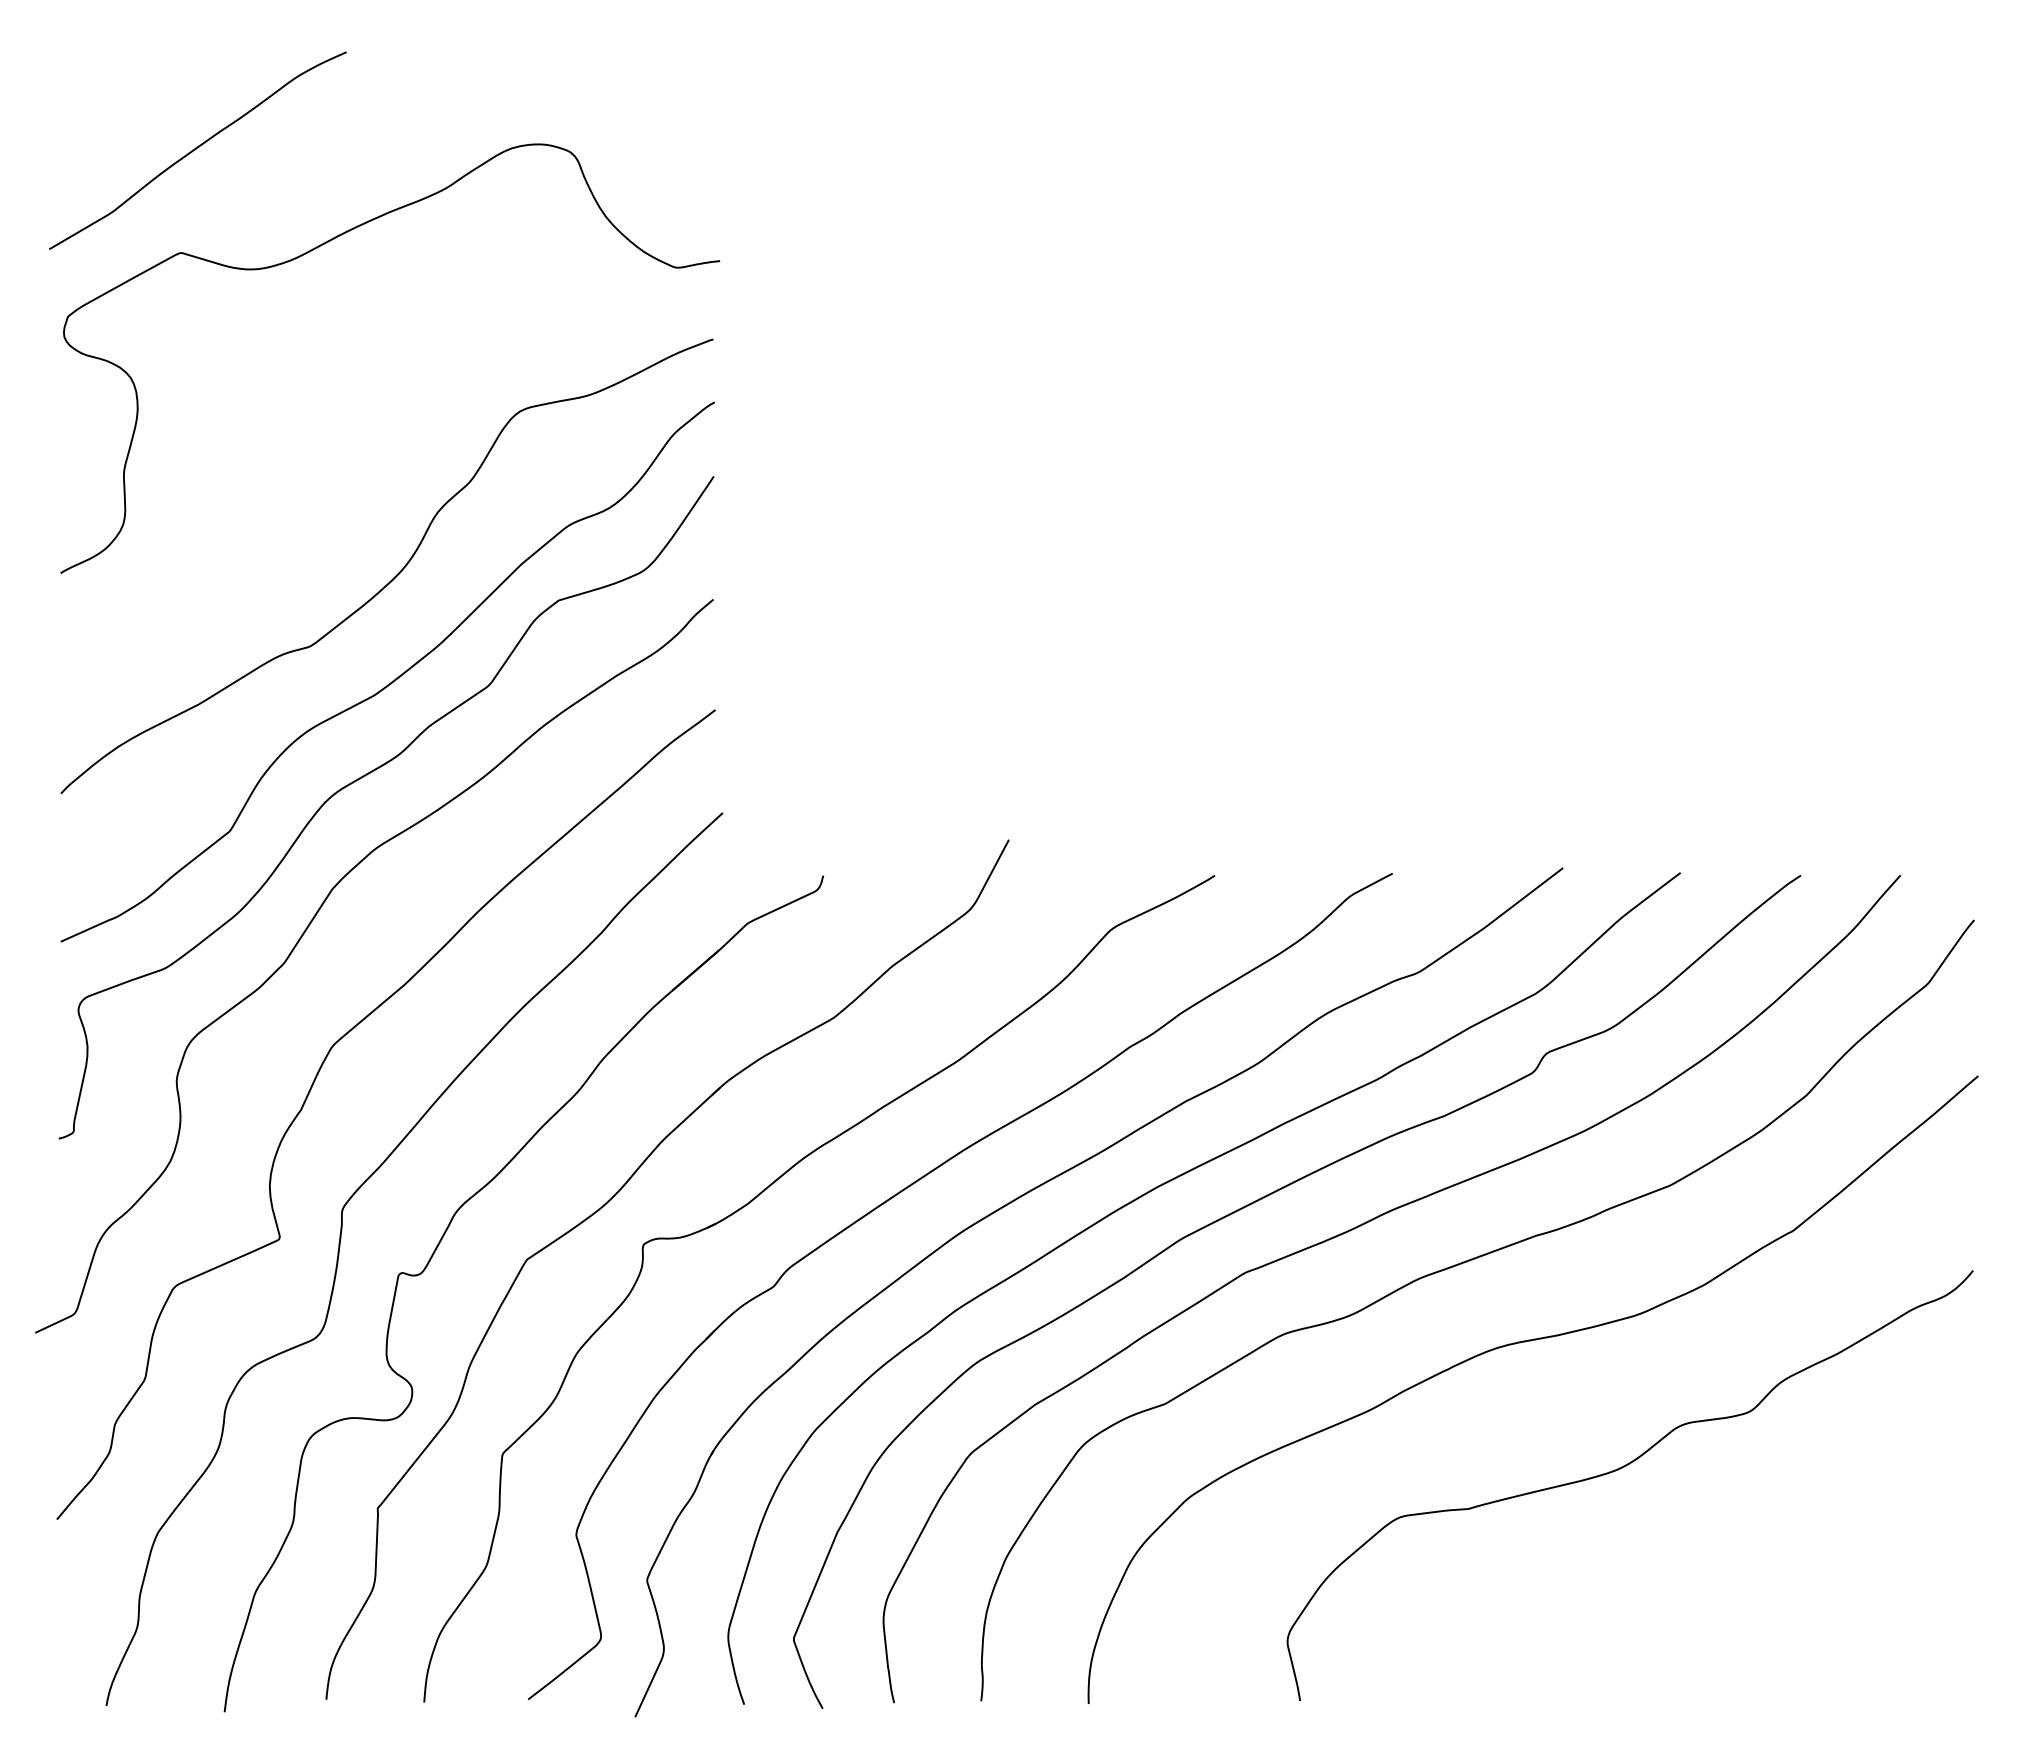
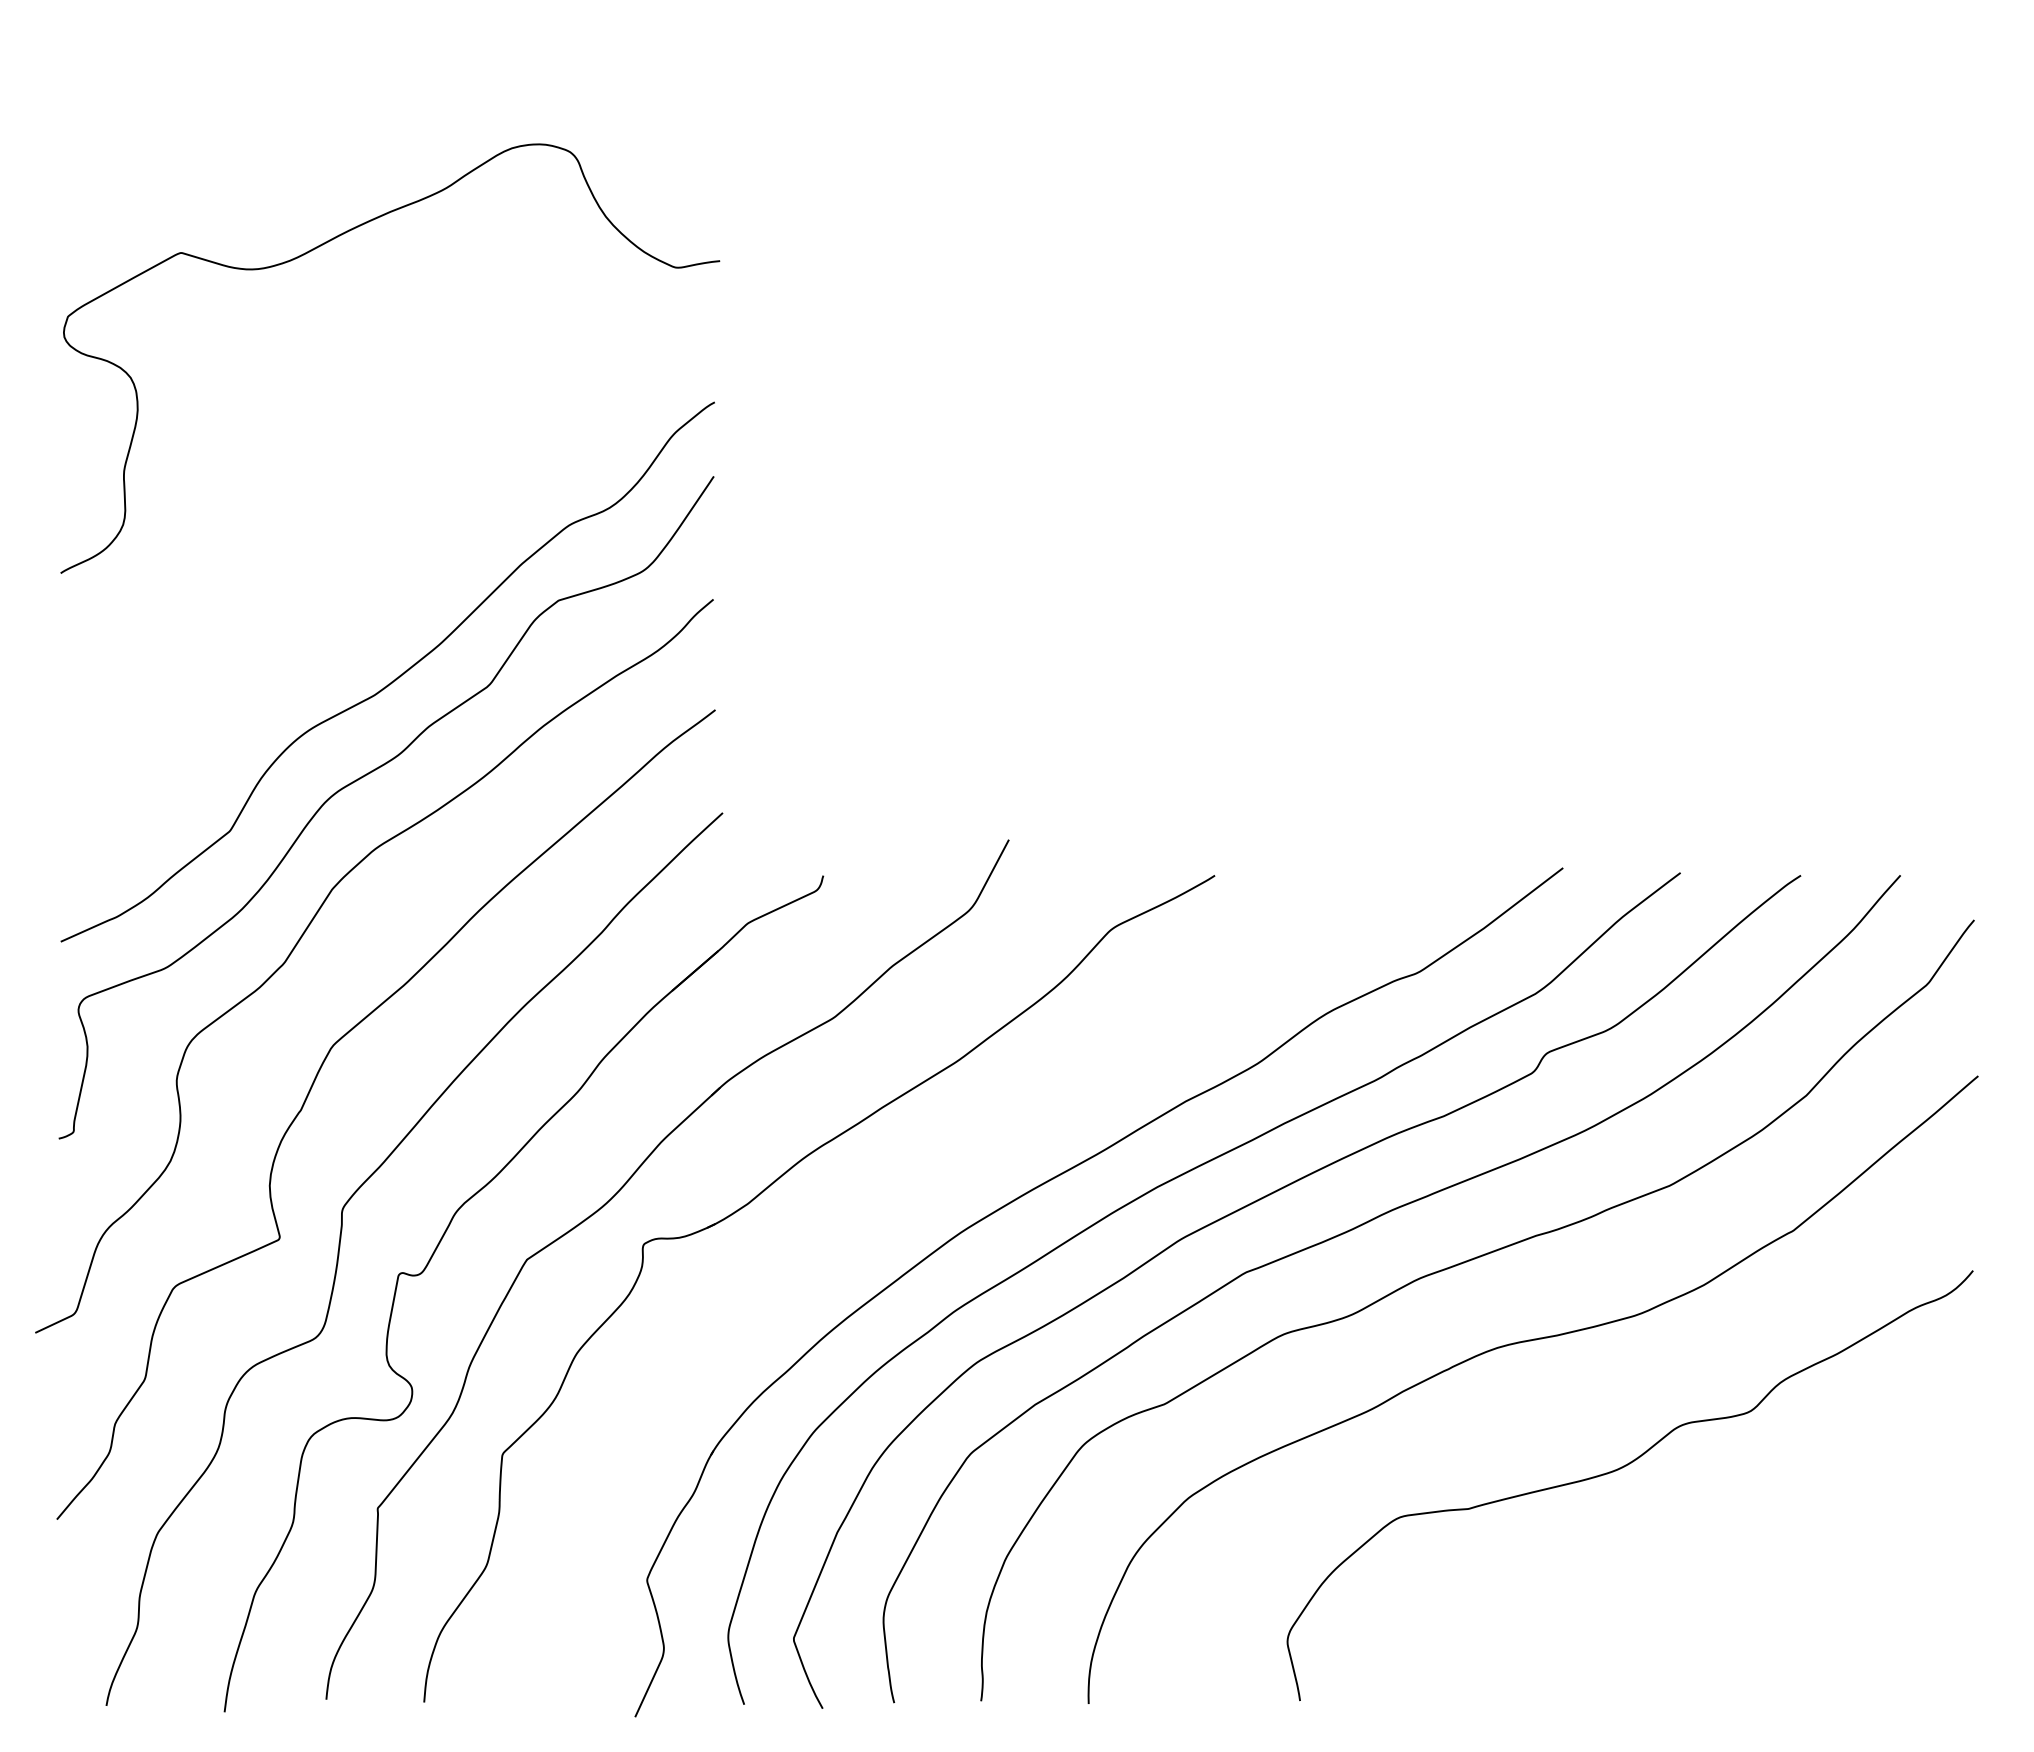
curve at (196, 149): present -> none
curve at (395, 575): present -> none
part at (900, 1193): present -> none
